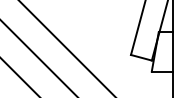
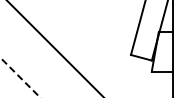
line at (66, 48) position: (66, 48) -> (54, 48)
line at (38, 57): present -> none
line at (20, 78): solid -> dashed
